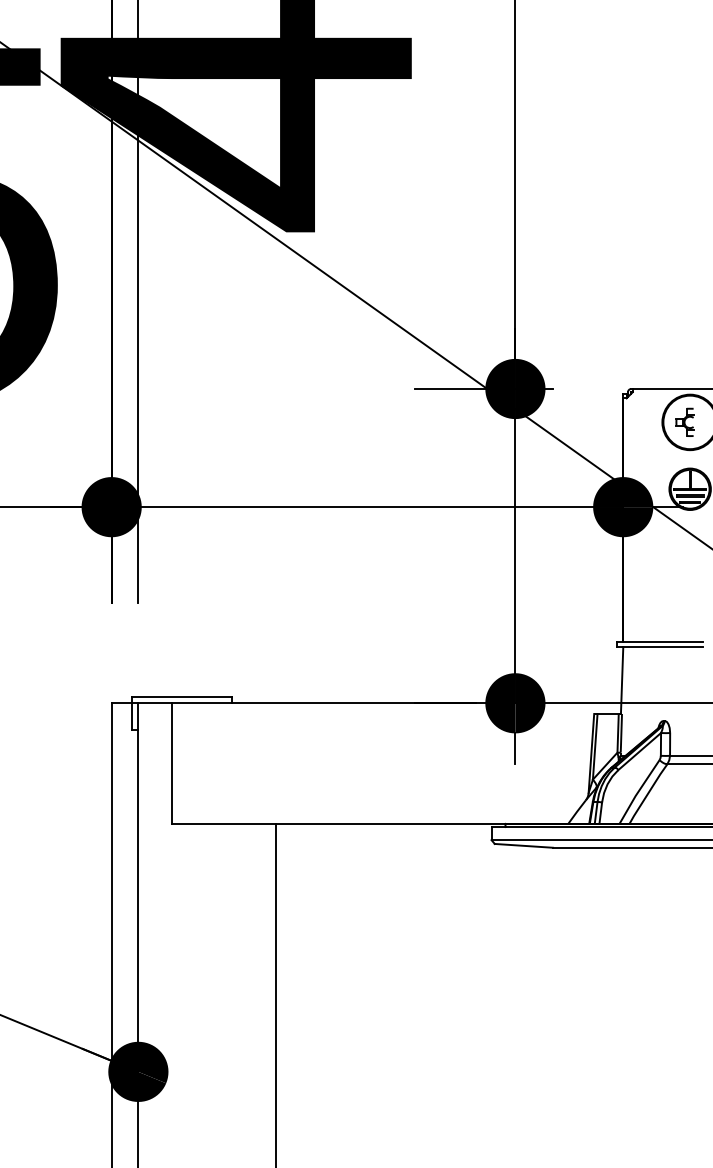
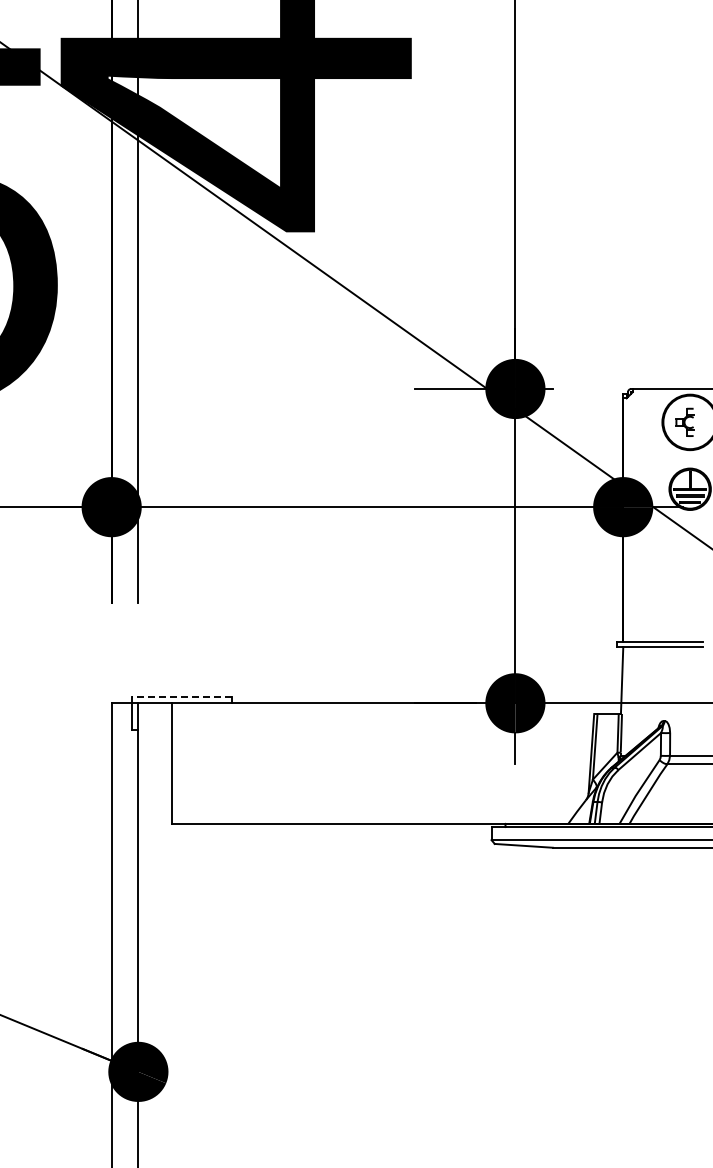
line at (181, 696): solid -> dashed
line at (275, 993): present -> none
